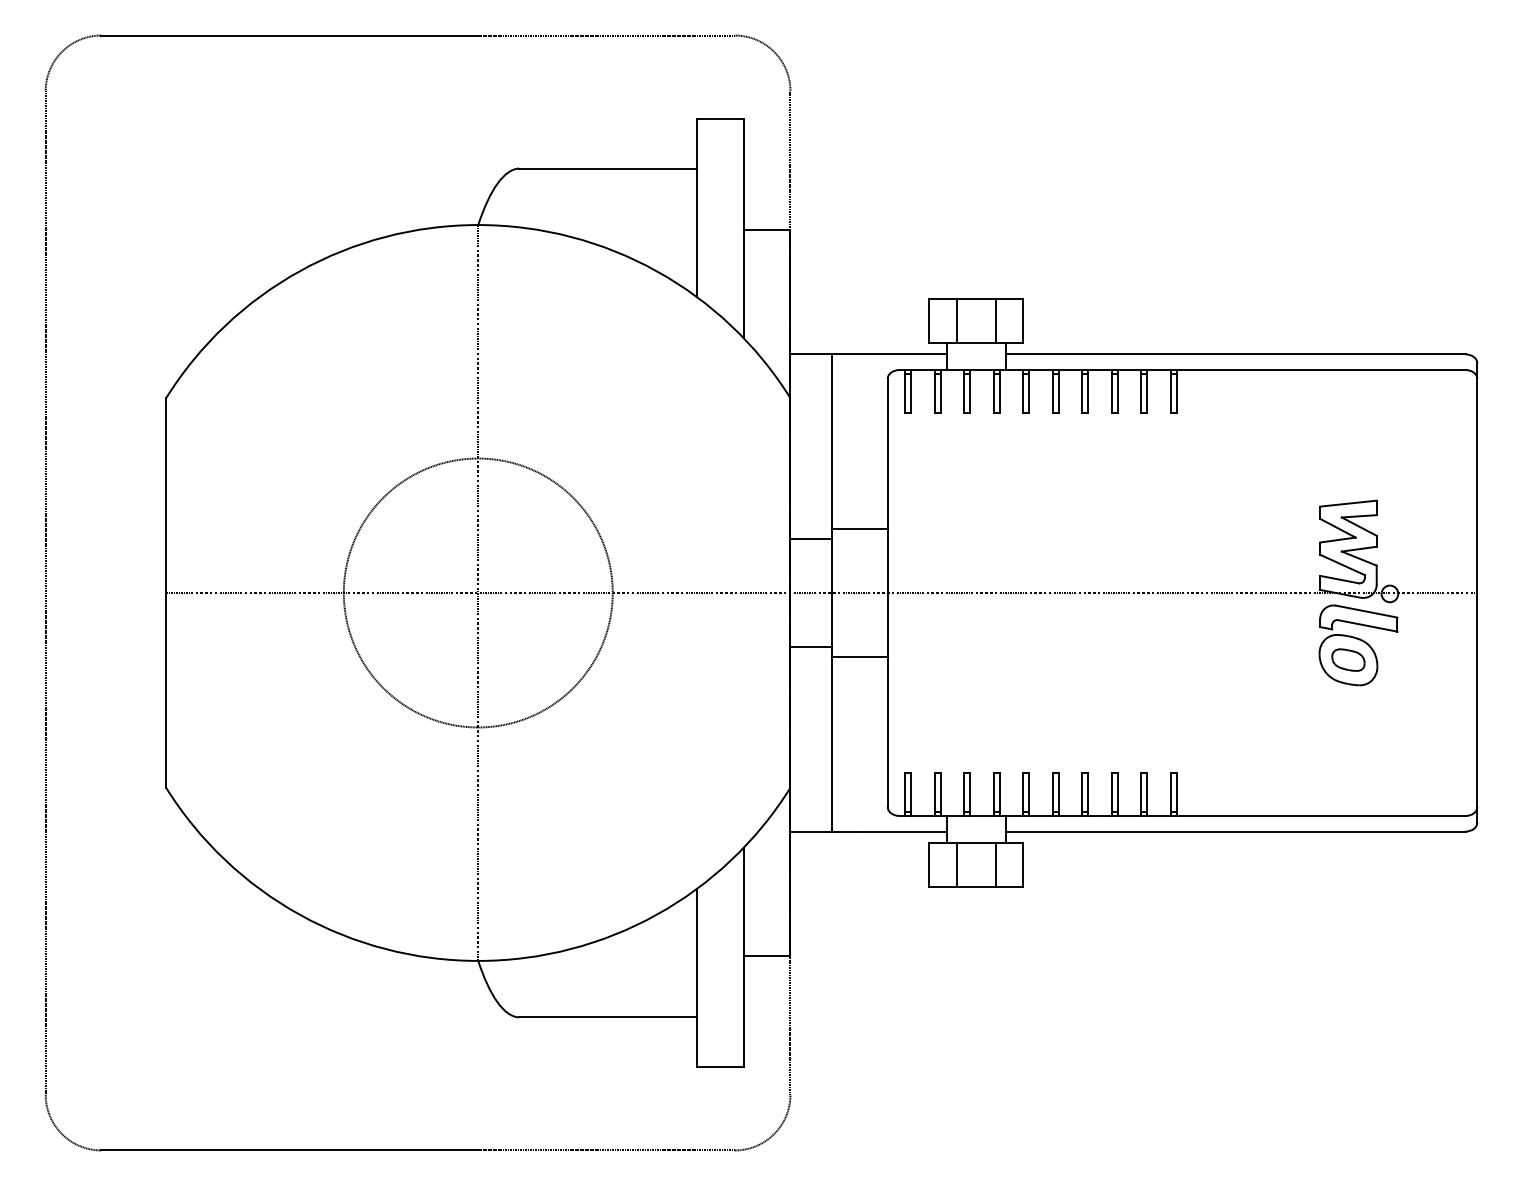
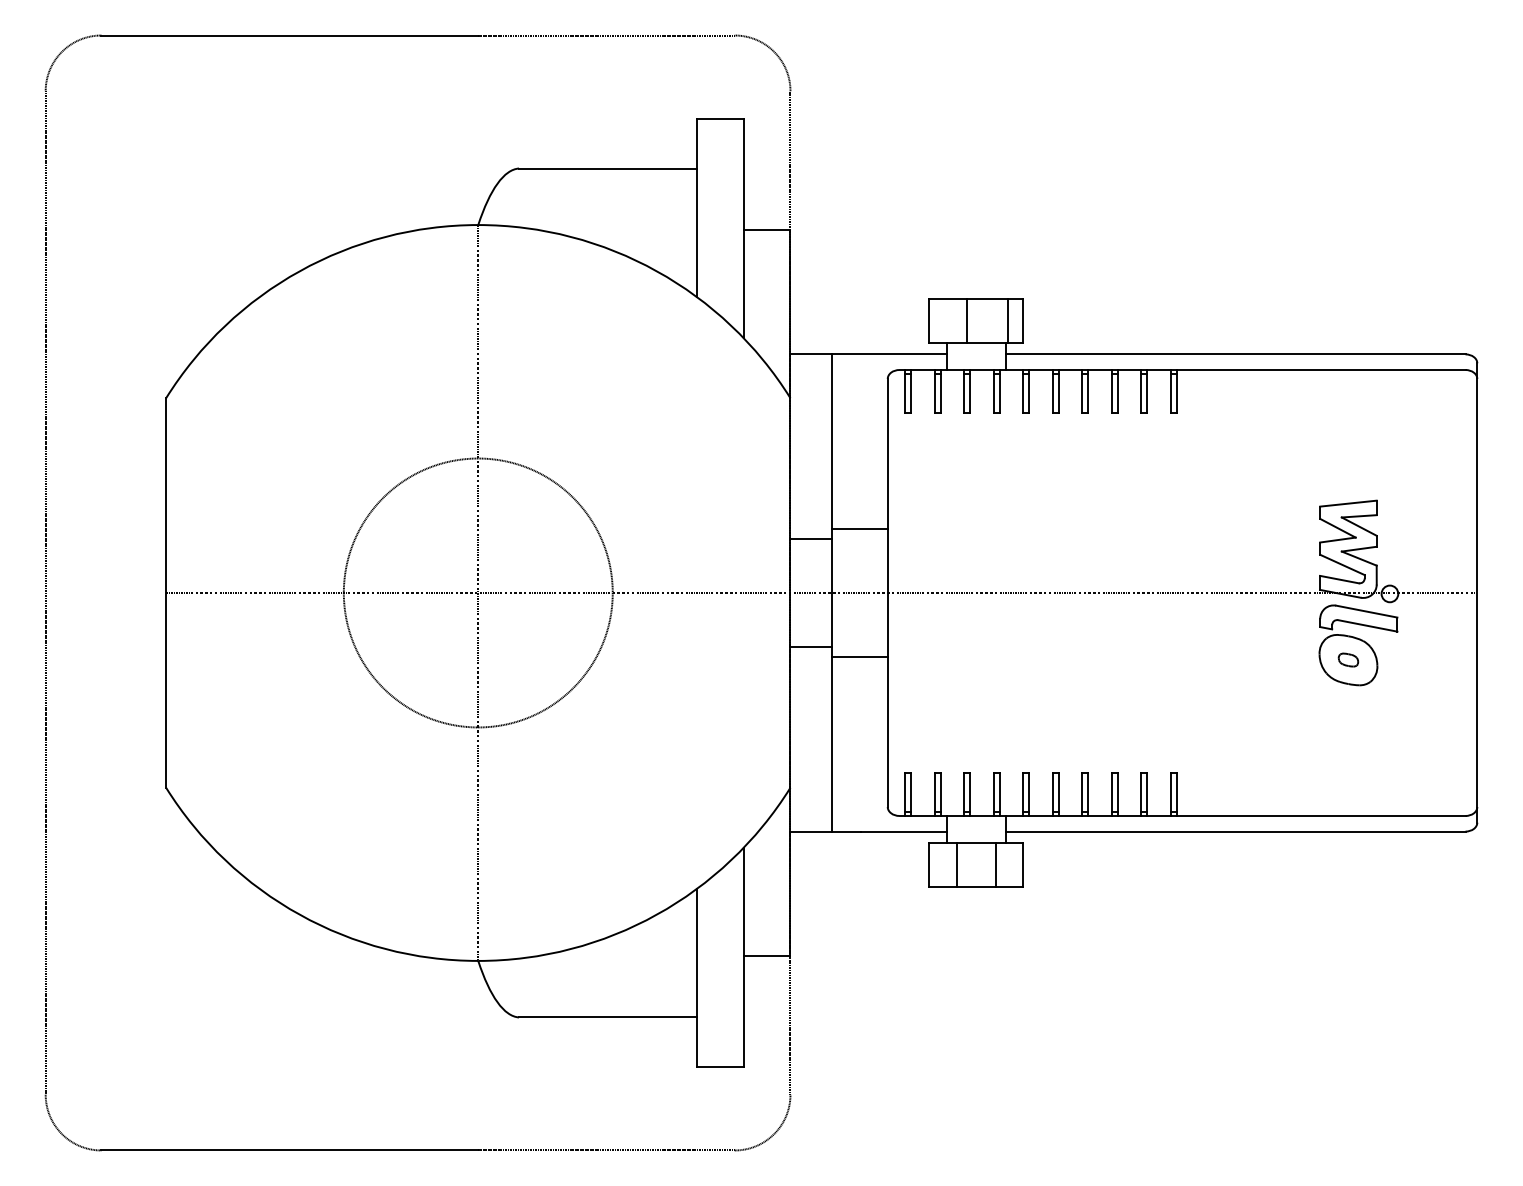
line at (956, 320) position: (956, 320) -> (966, 320)
line at (995, 320) position: (995, 320) -> (1007, 320)
part at (1348, 659) size: 35x24 px -> 23x16 px
